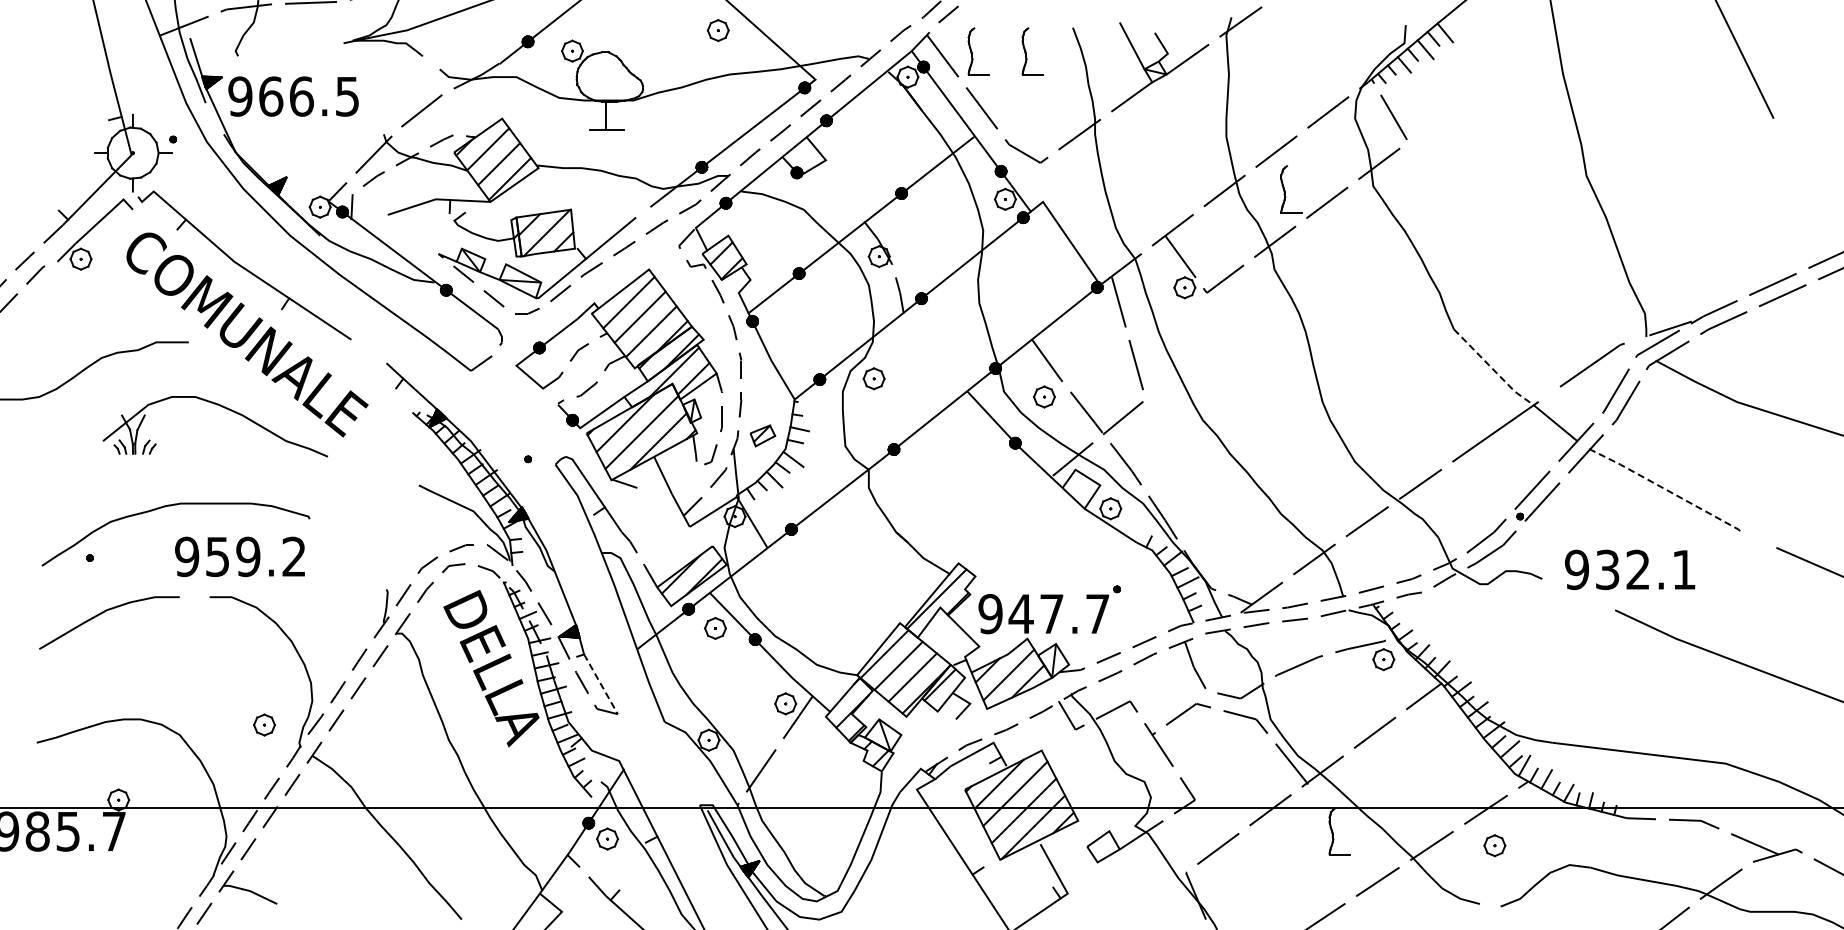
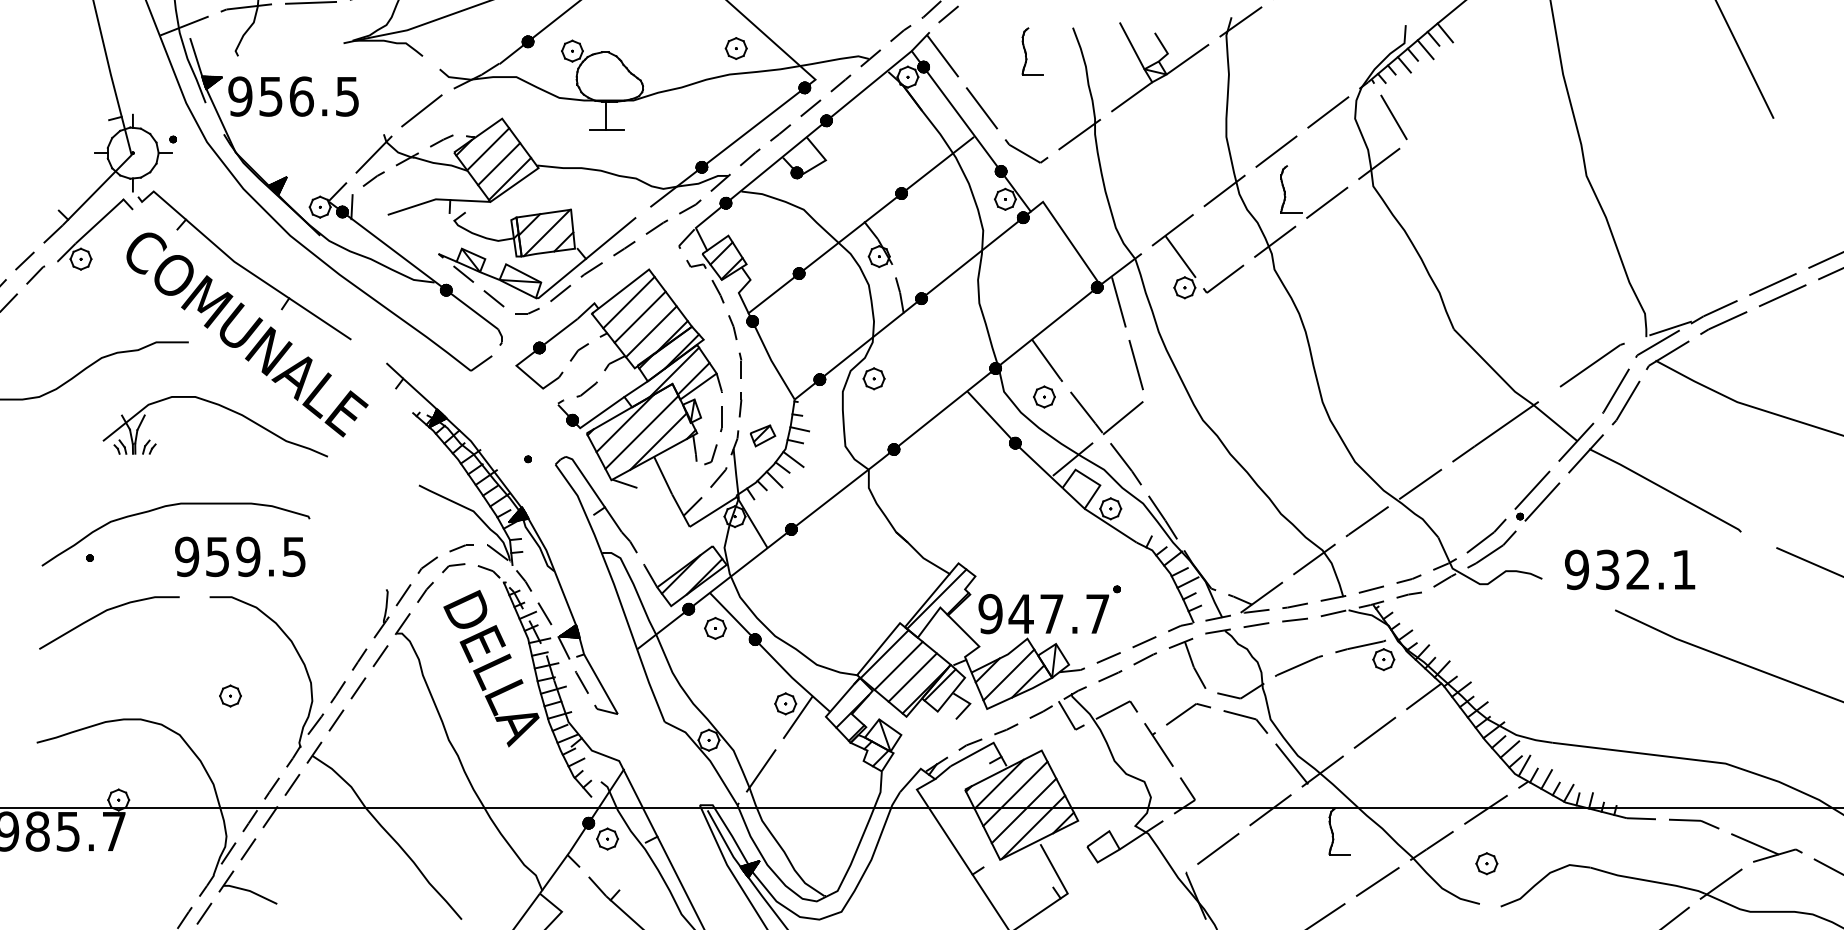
part at (717, 30) position: (717, 30) -> (735, 48)
part at (978, 51): present -> none
text at (271, 96): 966.5 -> 956.5
line at (1492, 369): dashed -> solid
line at (1665, 489): dashed -> solid
text at (293, 556): 959.2 -> 959.5
line at (601, 684): dashed -> solid
part at (264, 724) position: (264, 724) -> (230, 695)
part at (1494, 845) position: (1494, 845) -> (1486, 863)
